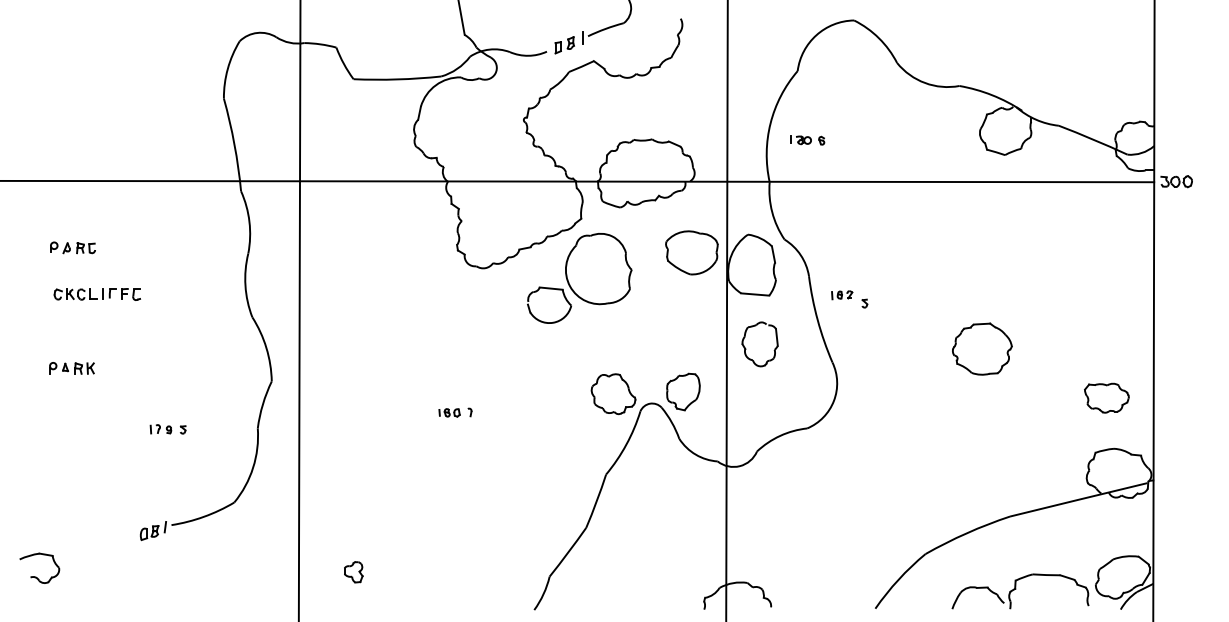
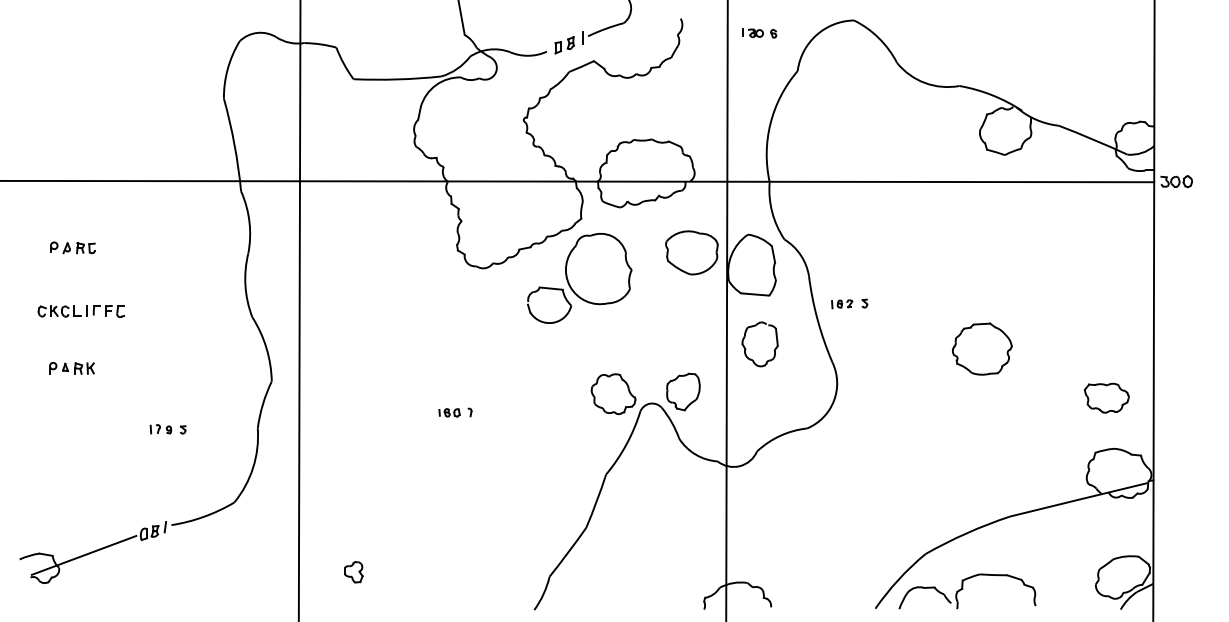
part at (807, 140) position: (807, 140) -> (759, 33)
part at (96, 294) position: (96, 294) -> (80, 311)
part at (842, 295) position: (842, 295) -> (842, 304)
line at (83, 554): none -> present
part at (1020, 591) position: (1020, 591) -> (967, 591)
